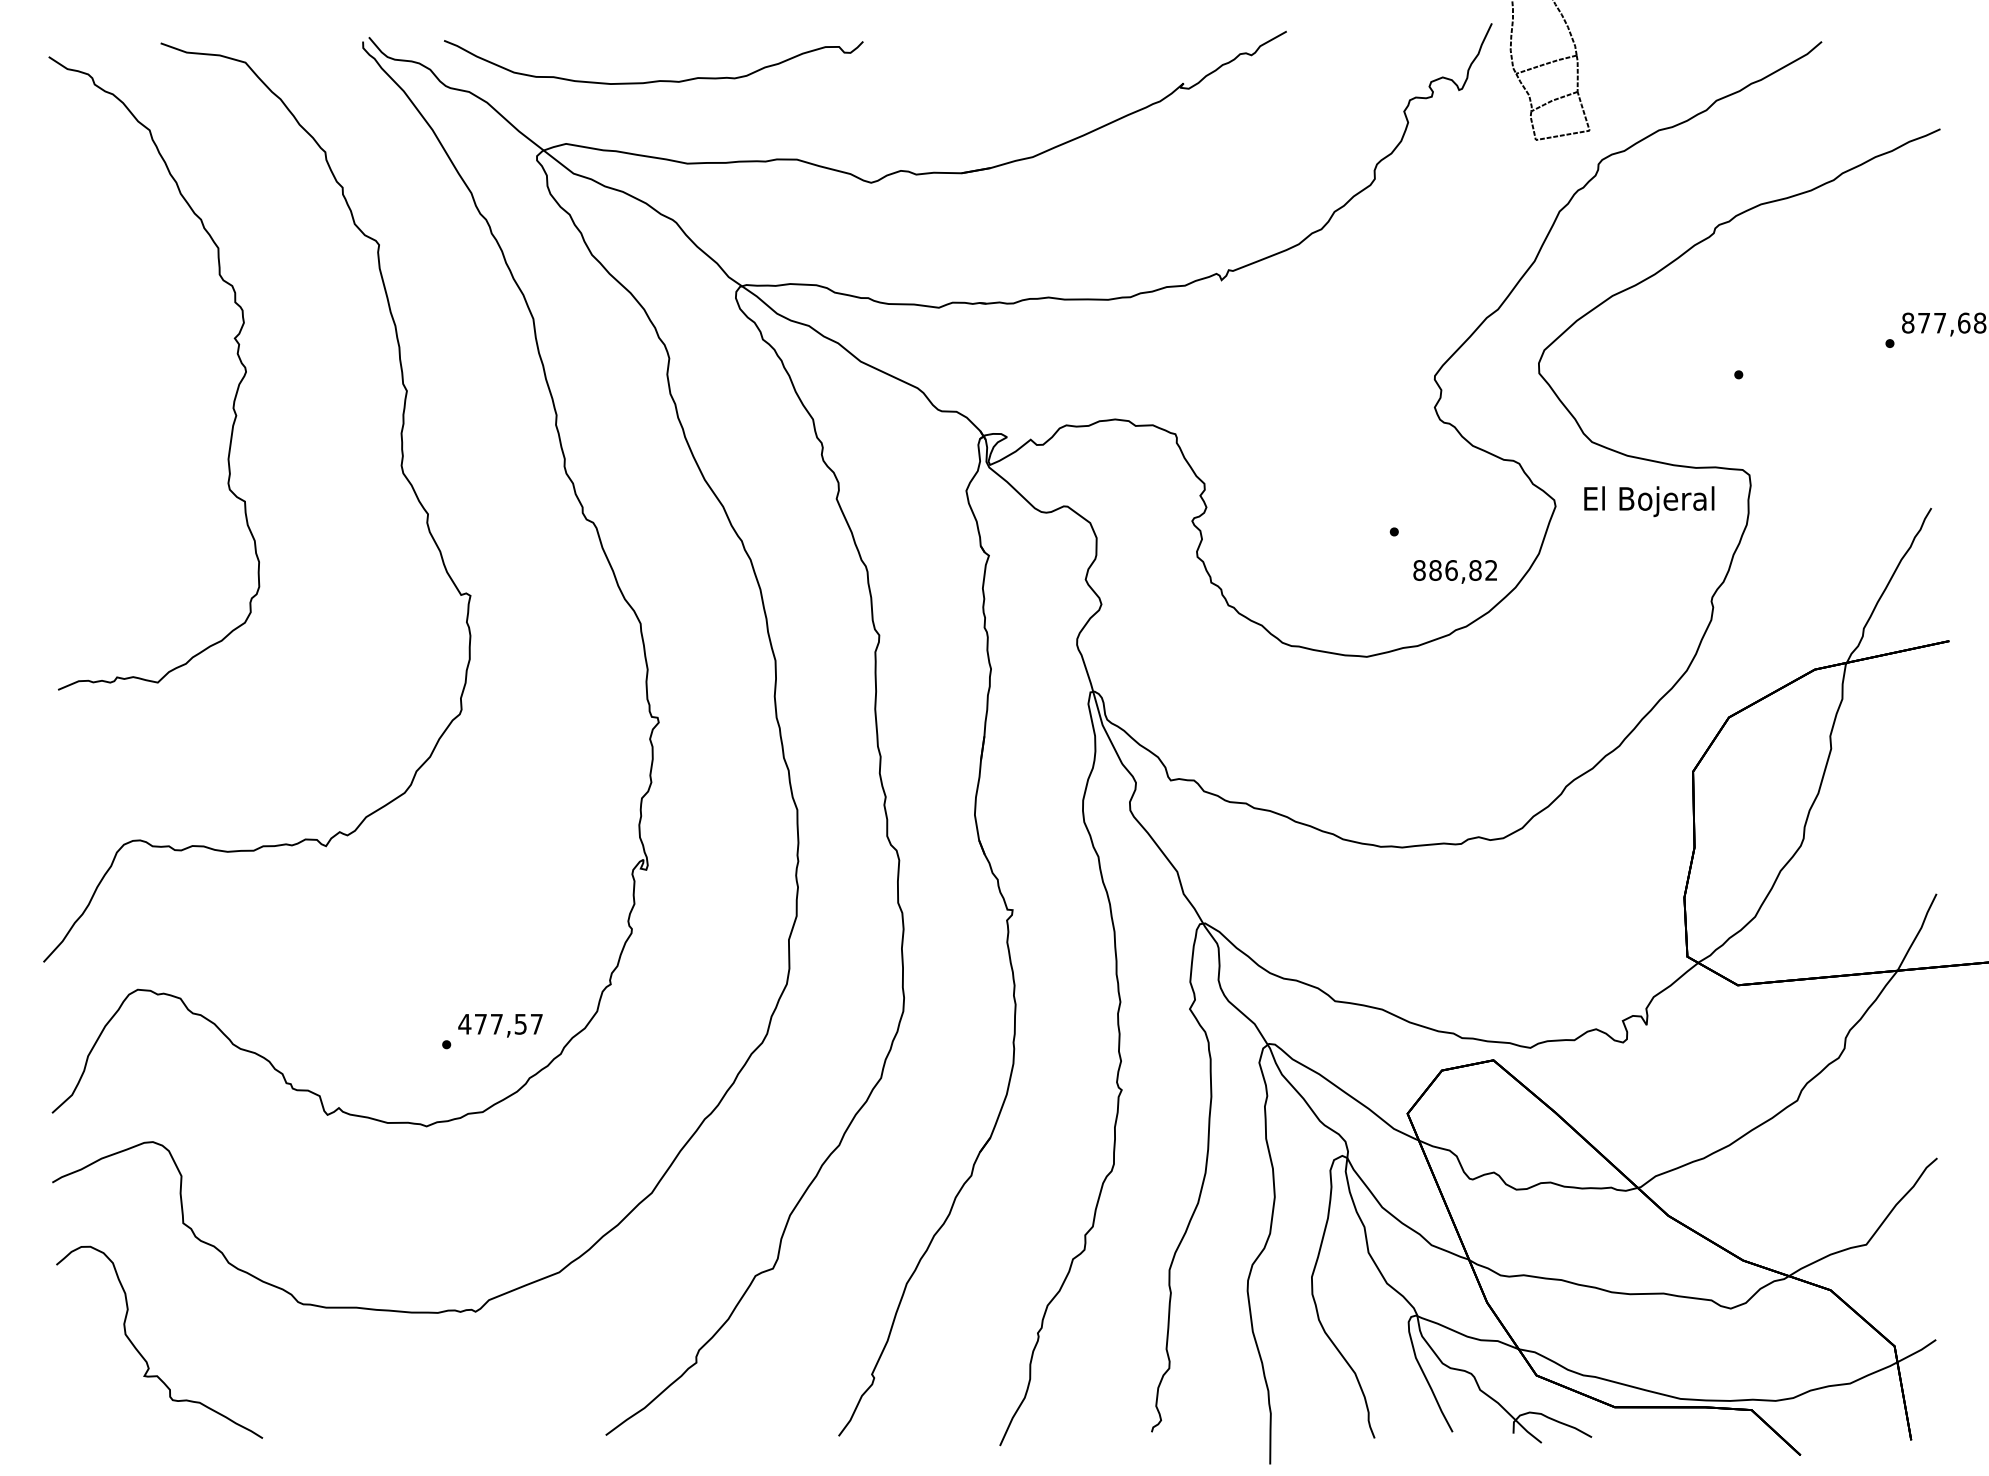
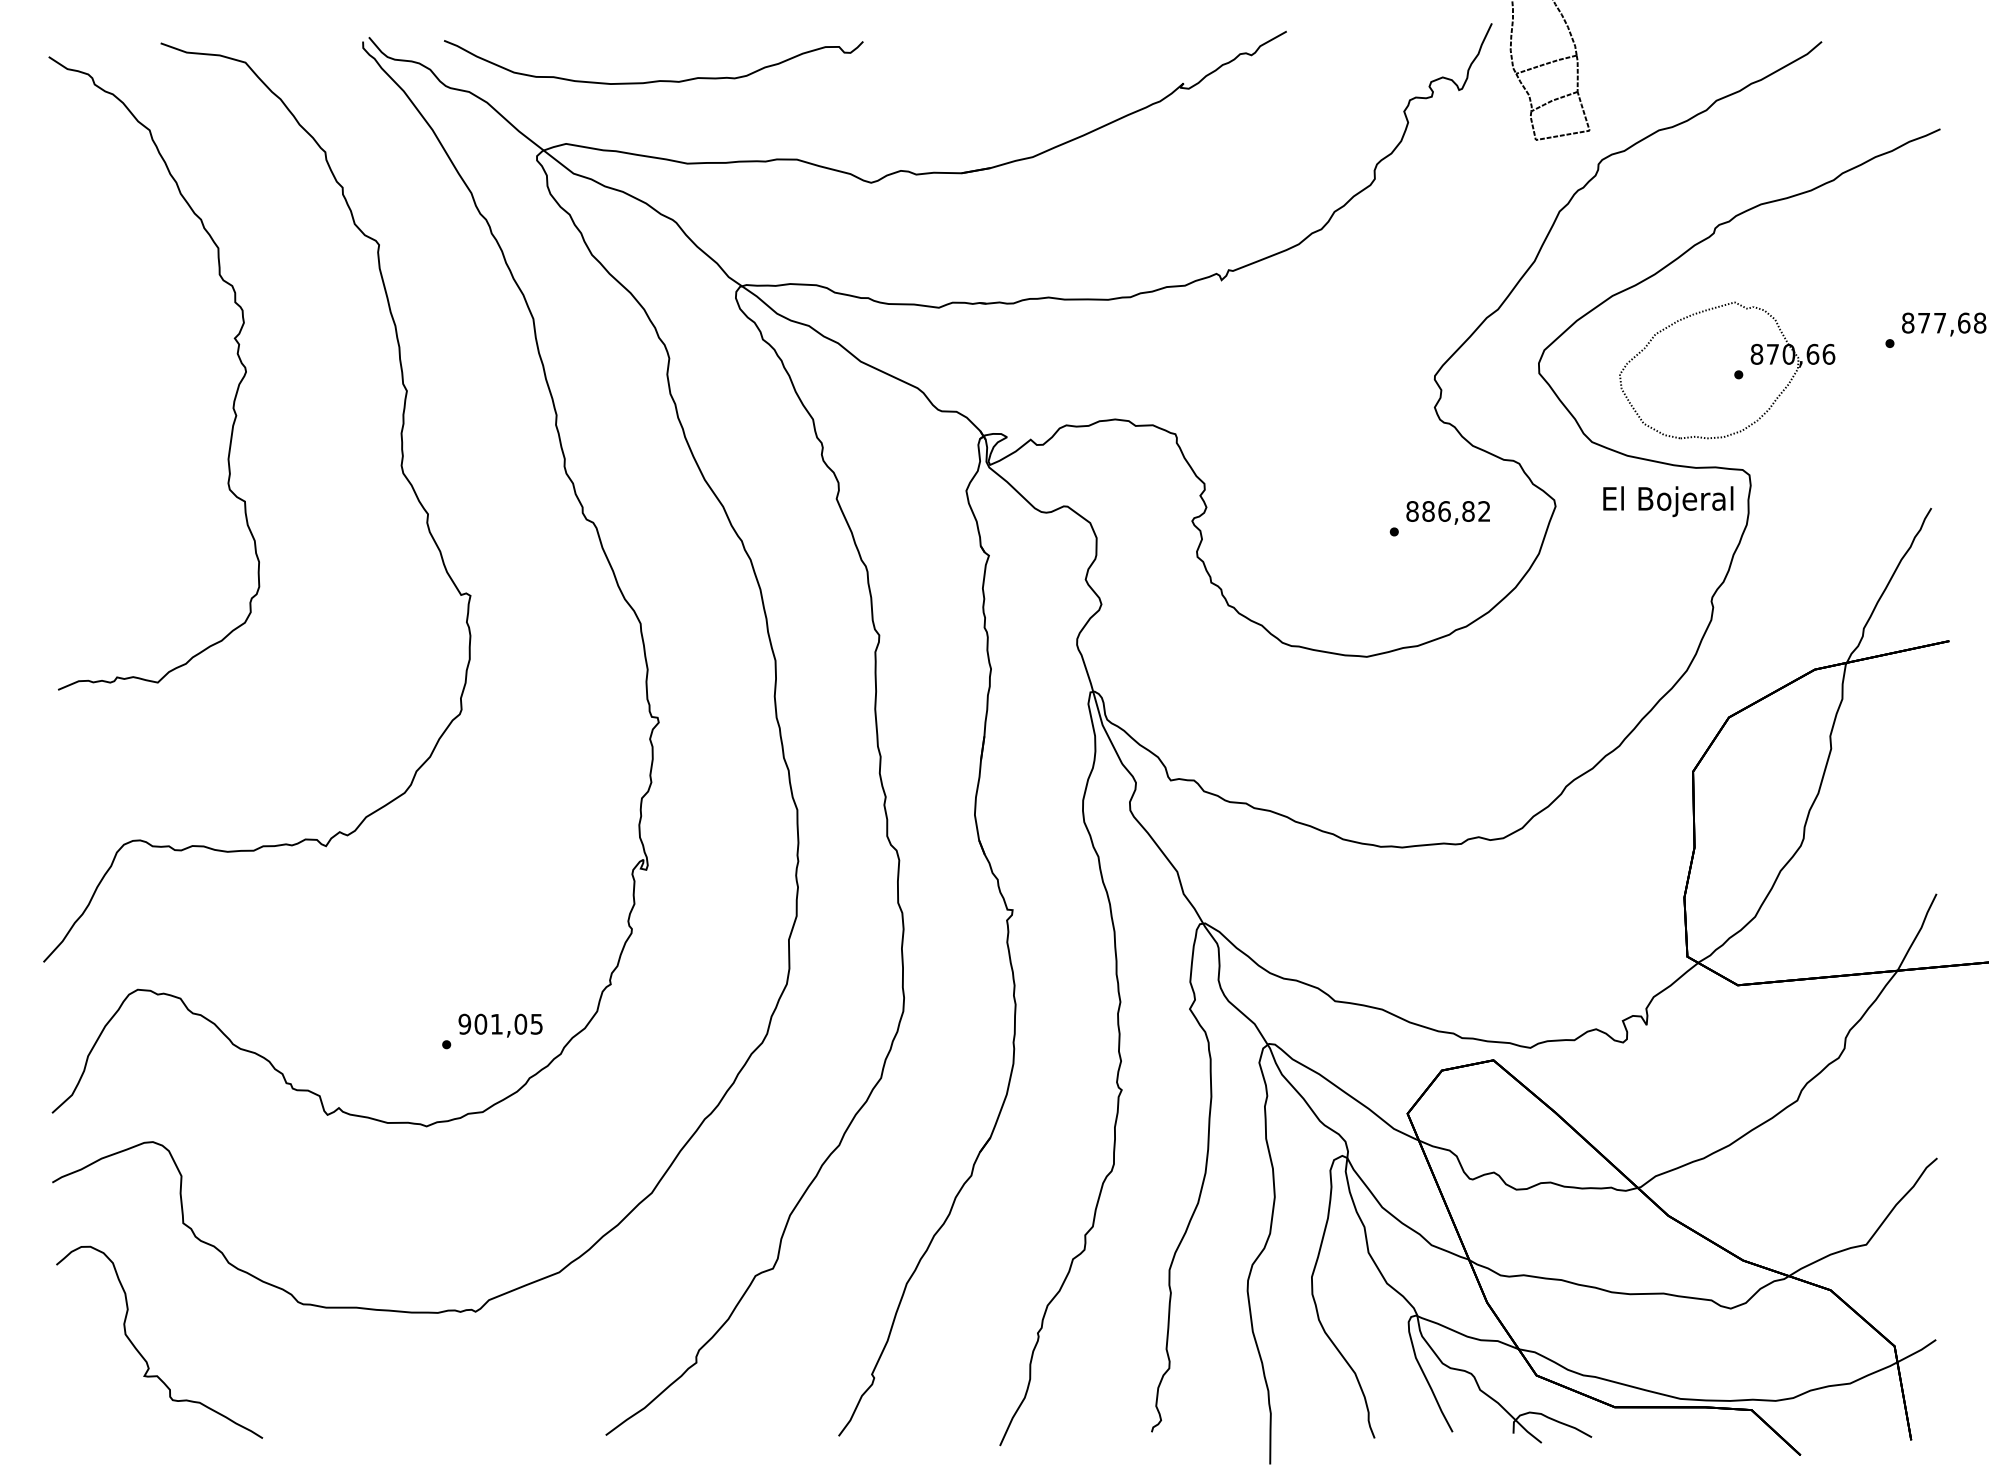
part at (1751, 362): none -> present
text at (1649, 501) position: (1649, 501) -> (1668, 501)
text at (1454, 571) position: (1454, 571) -> (1447, 512)
text at (500, 1023): 477,57 -> 901,05
